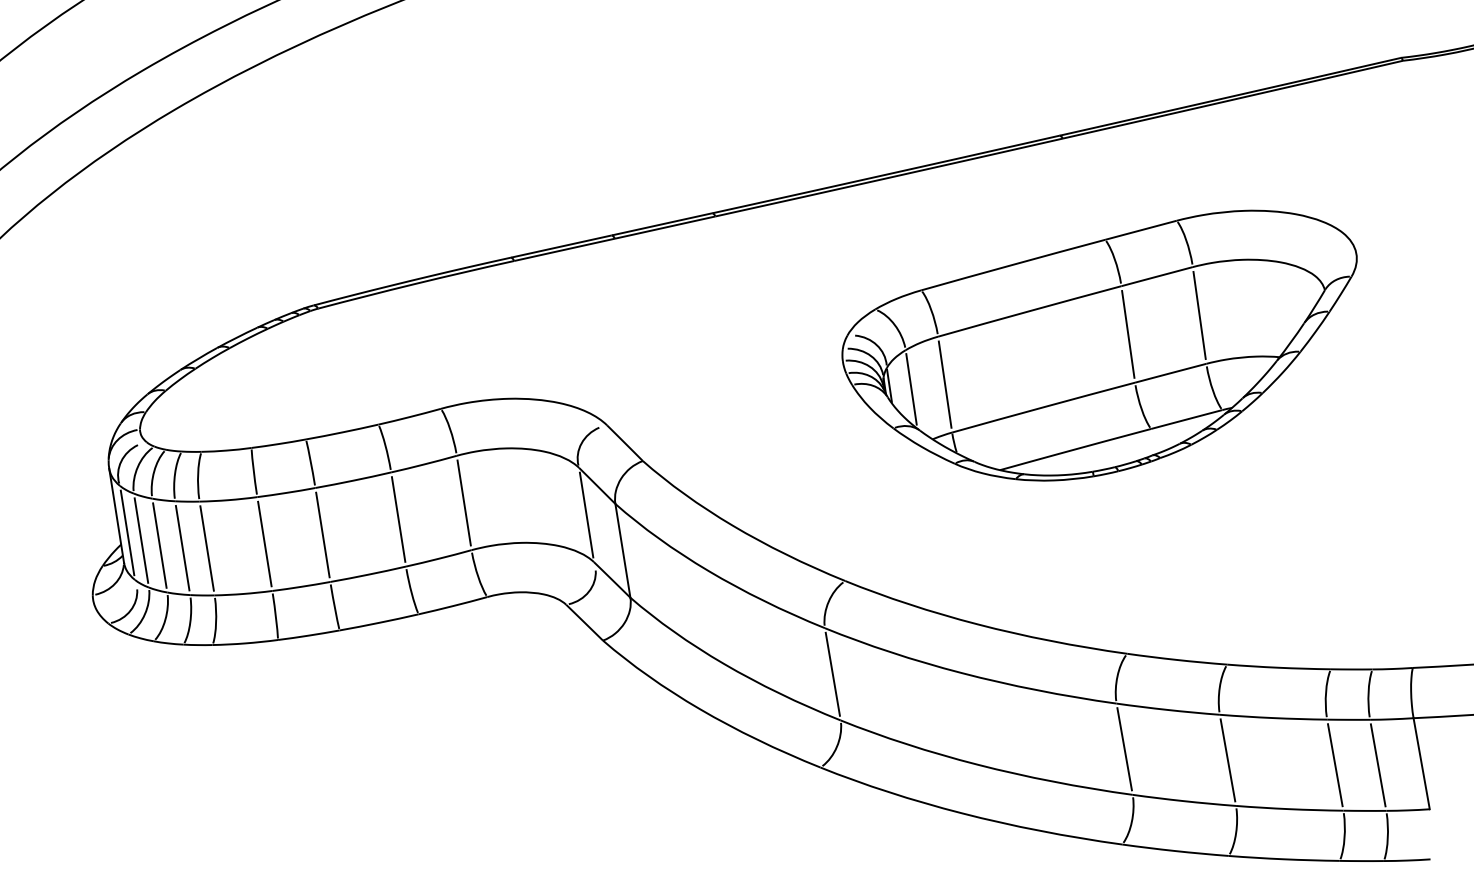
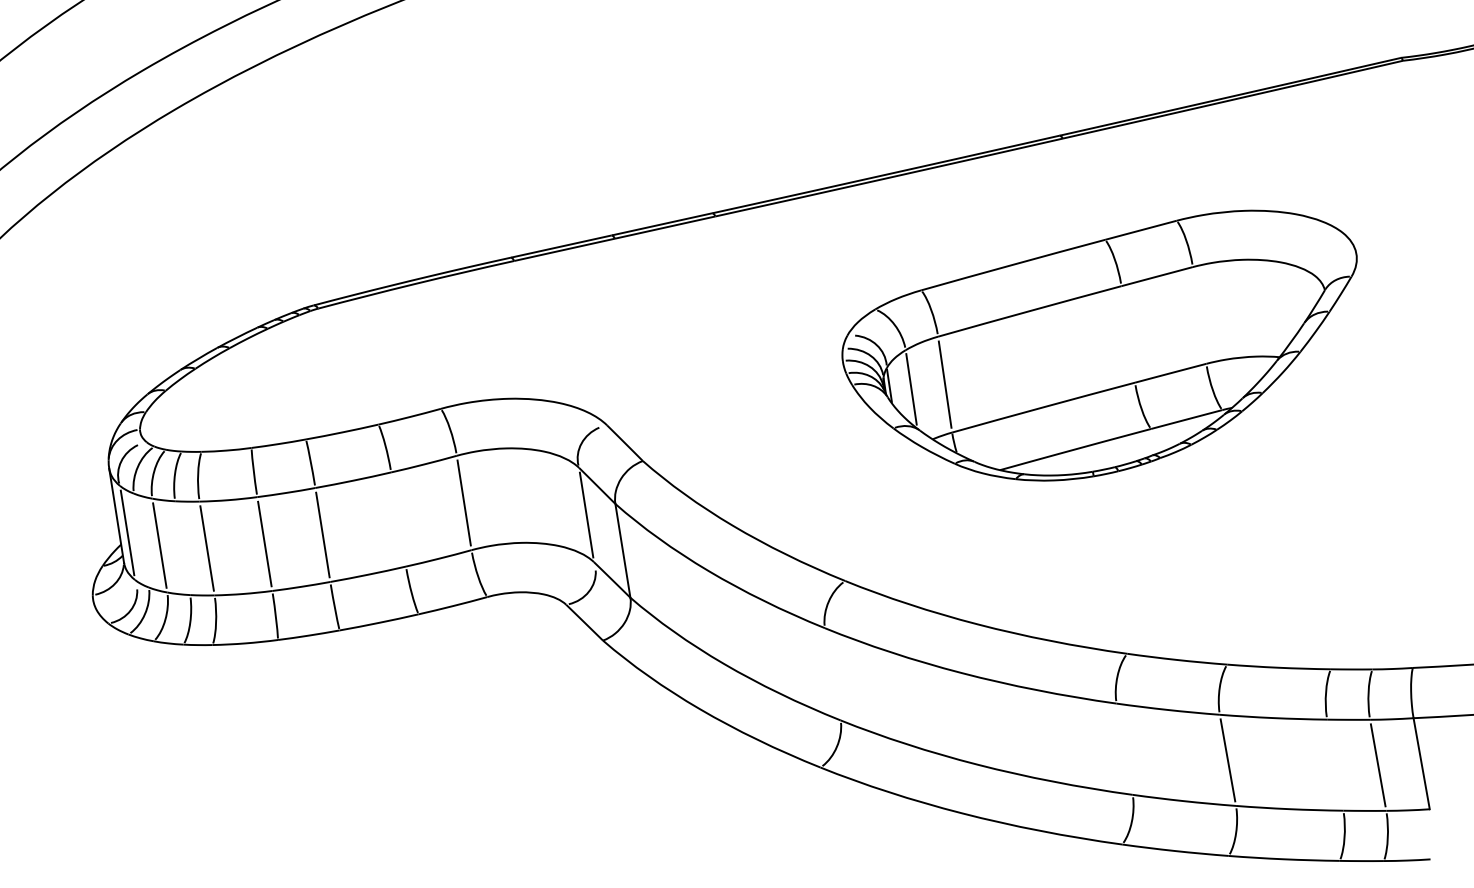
line at (1199, 315): present -> none
line at (1128, 334): present -> none
line at (398, 519): present -> none
line at (141, 540): present -> none
line at (182, 547): present -> none
line at (832, 673): present -> none
line at (1124, 749): present -> none
line at (1335, 765): present -> none
